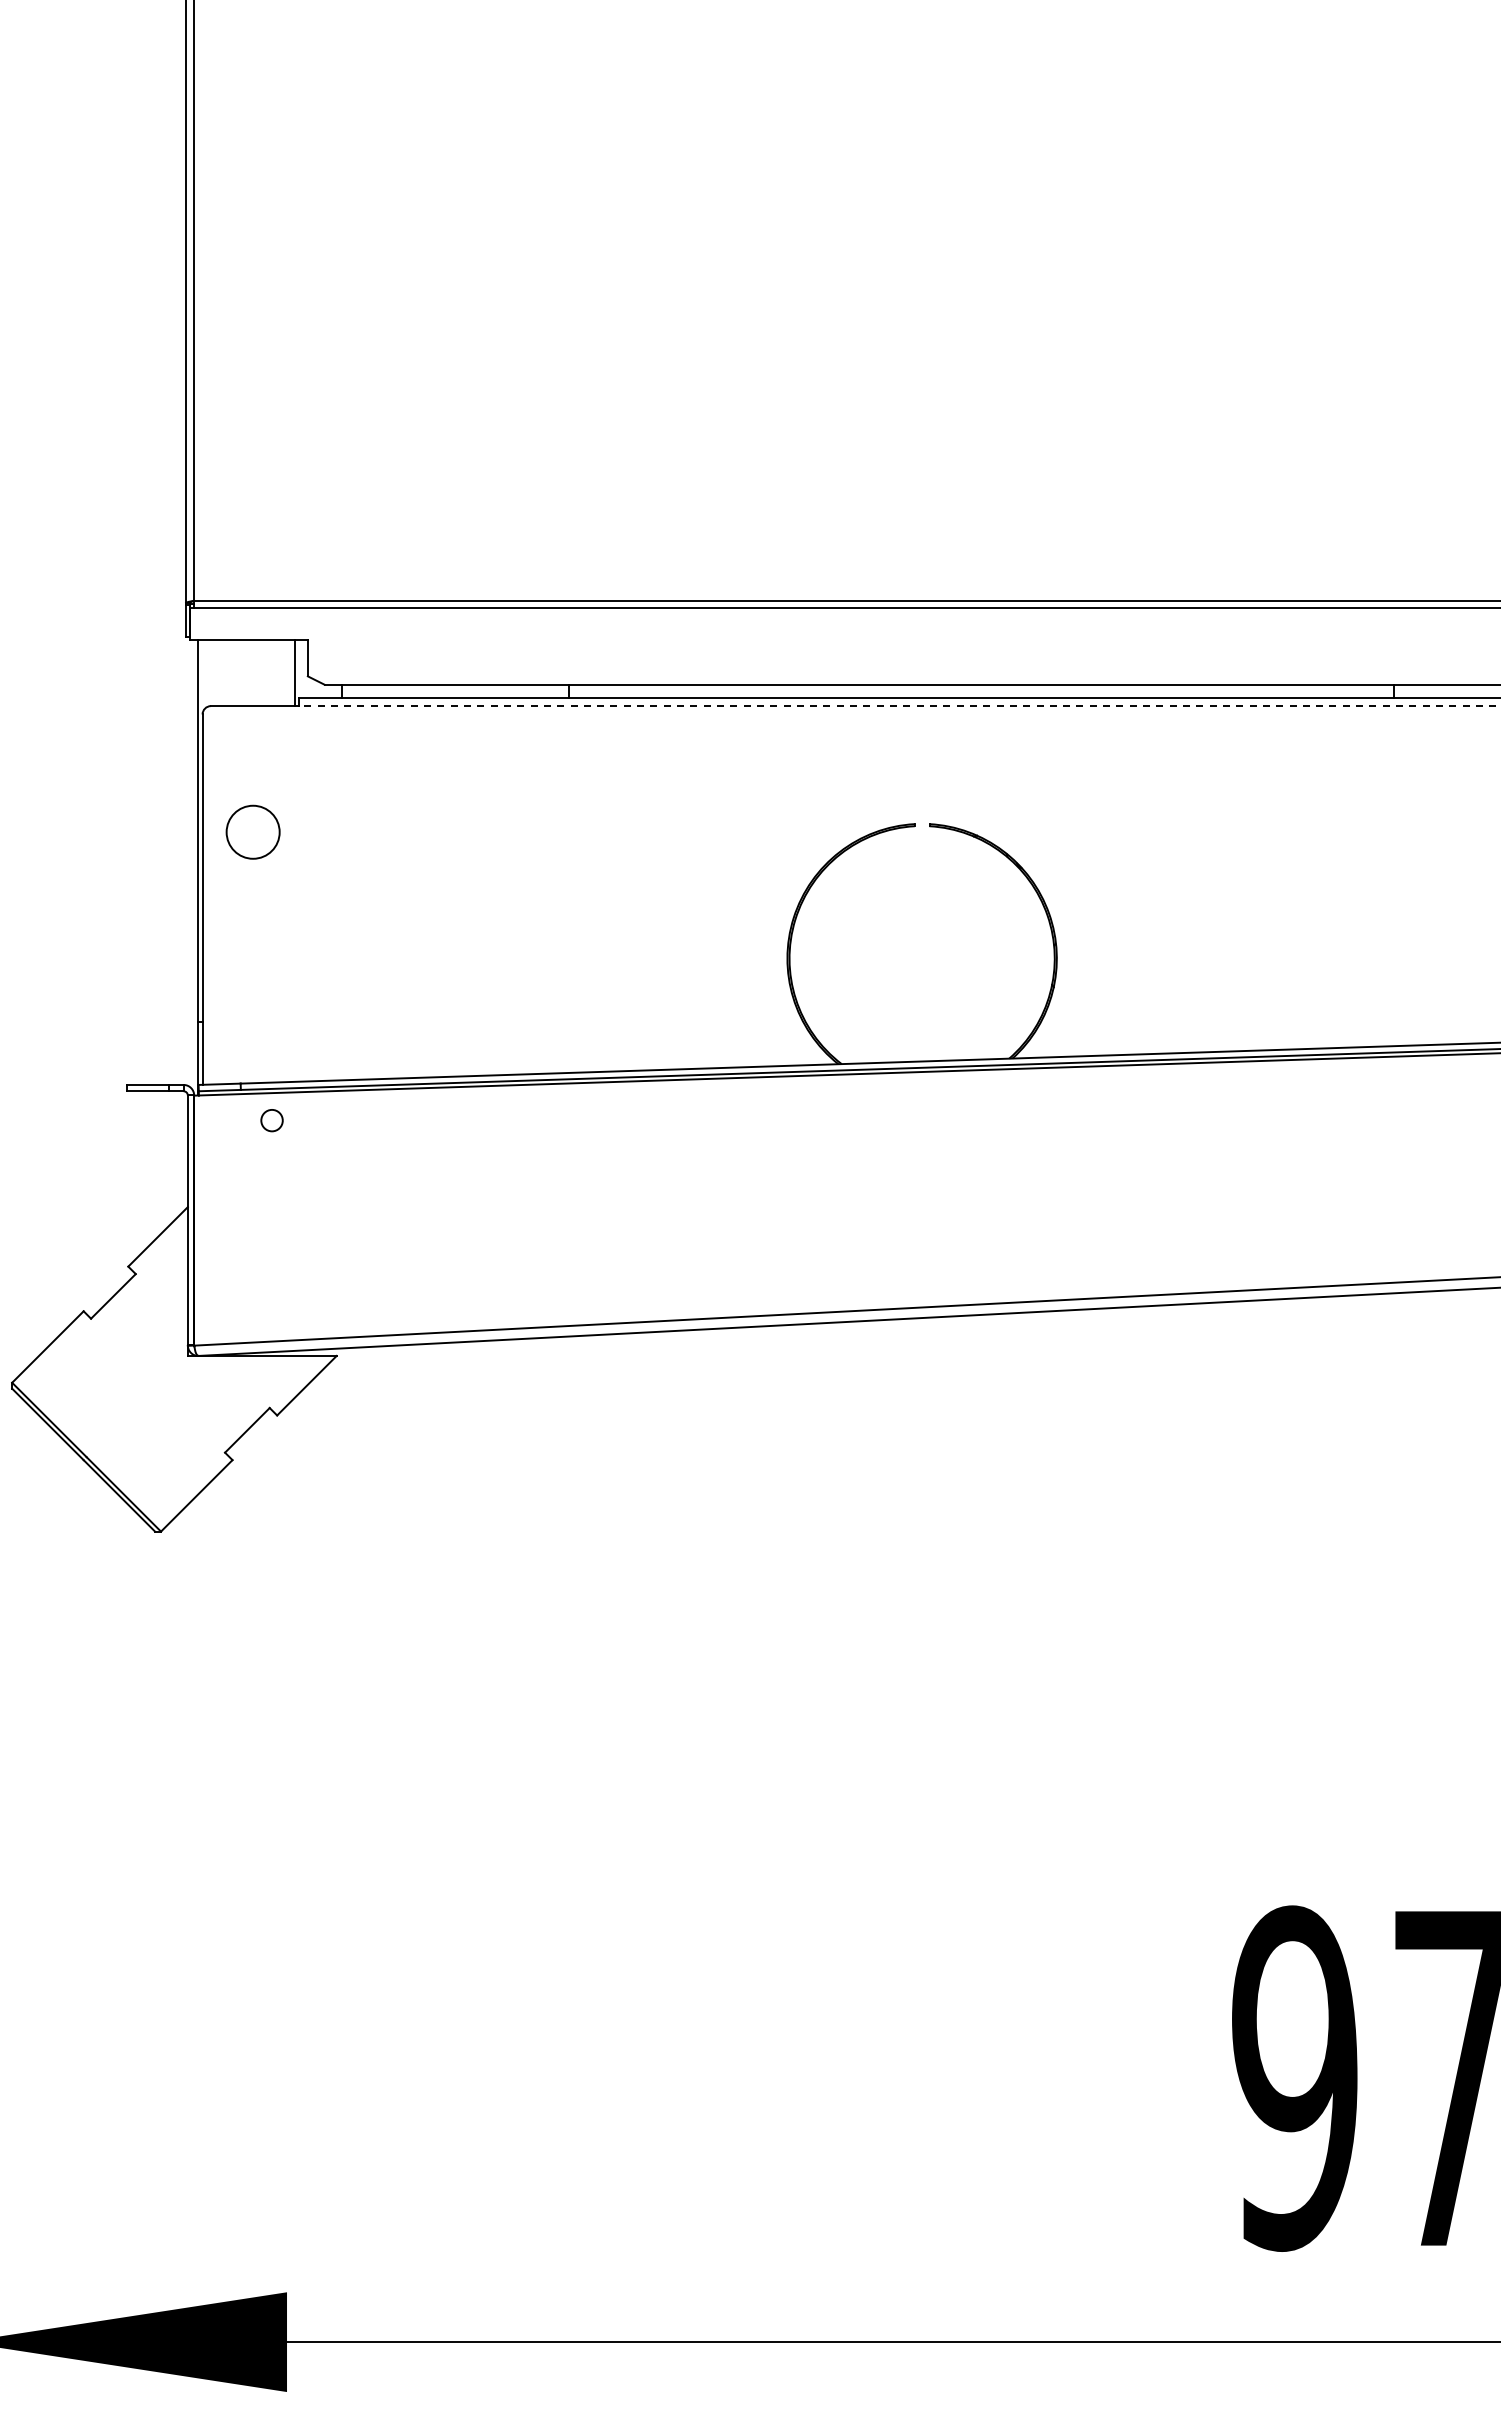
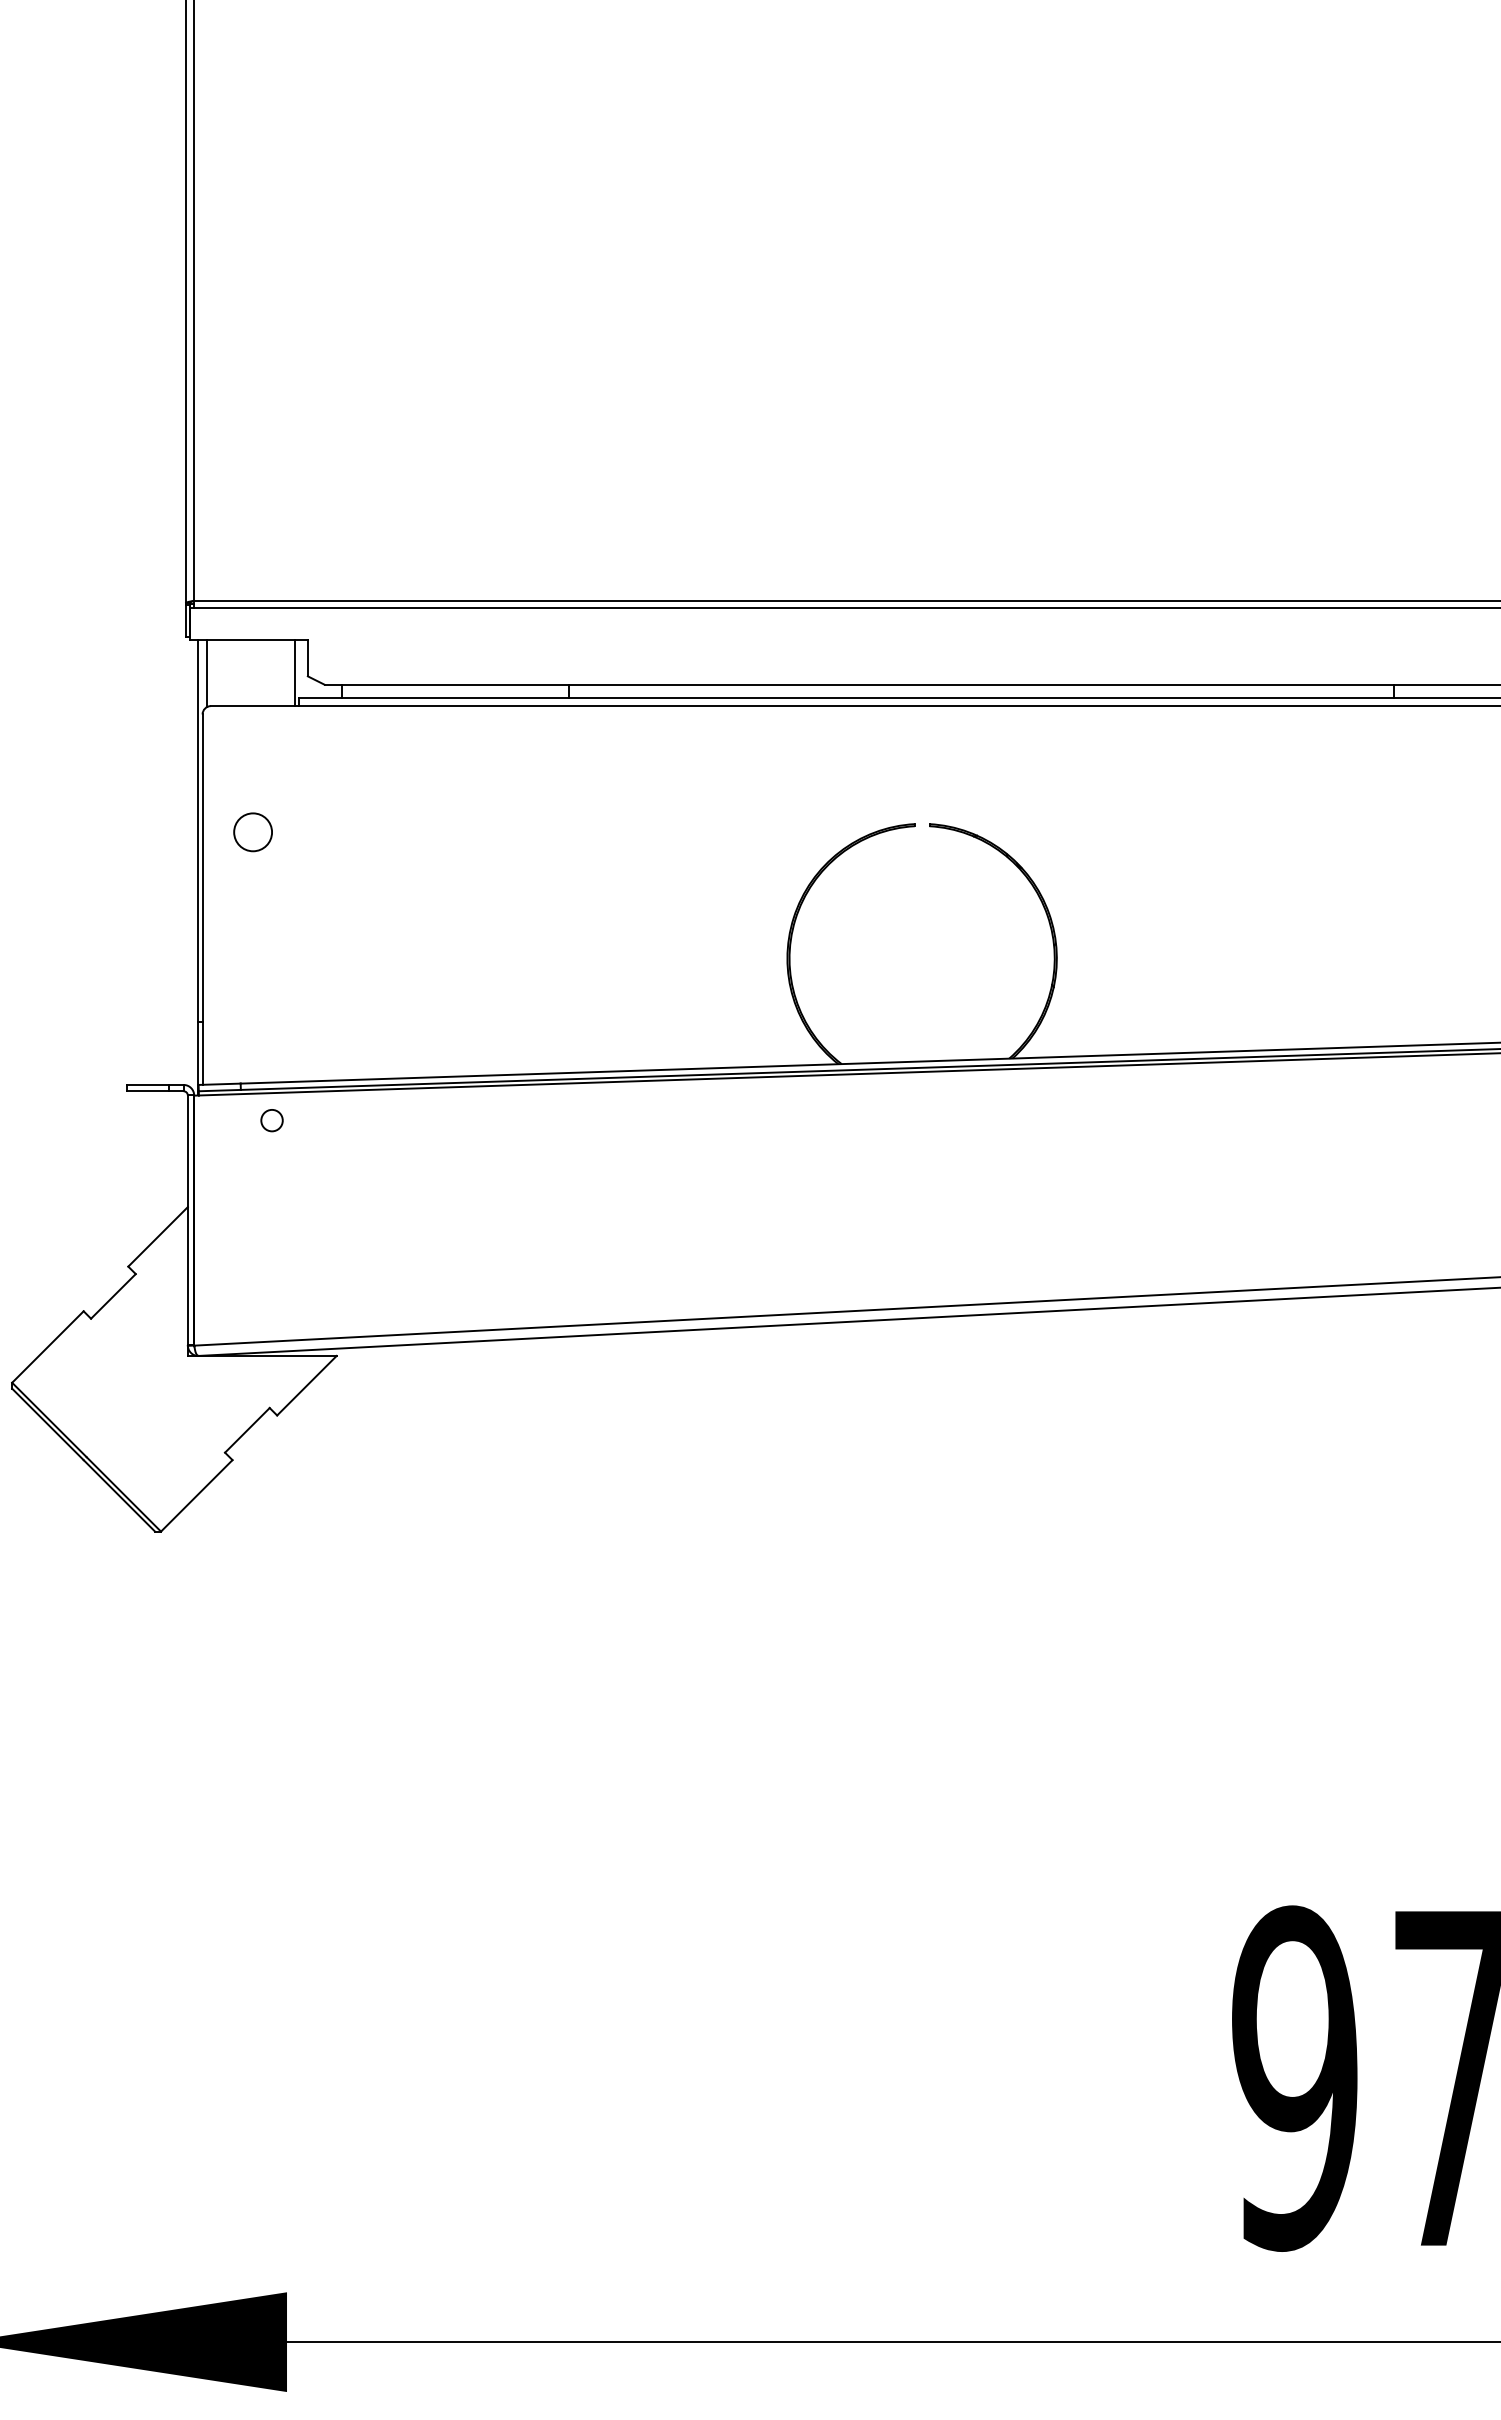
line at (206, 673): none -> present
line at (899, 706): dashed -> solid
circle at (252, 831) size: 56x56 px -> 40x41 px
